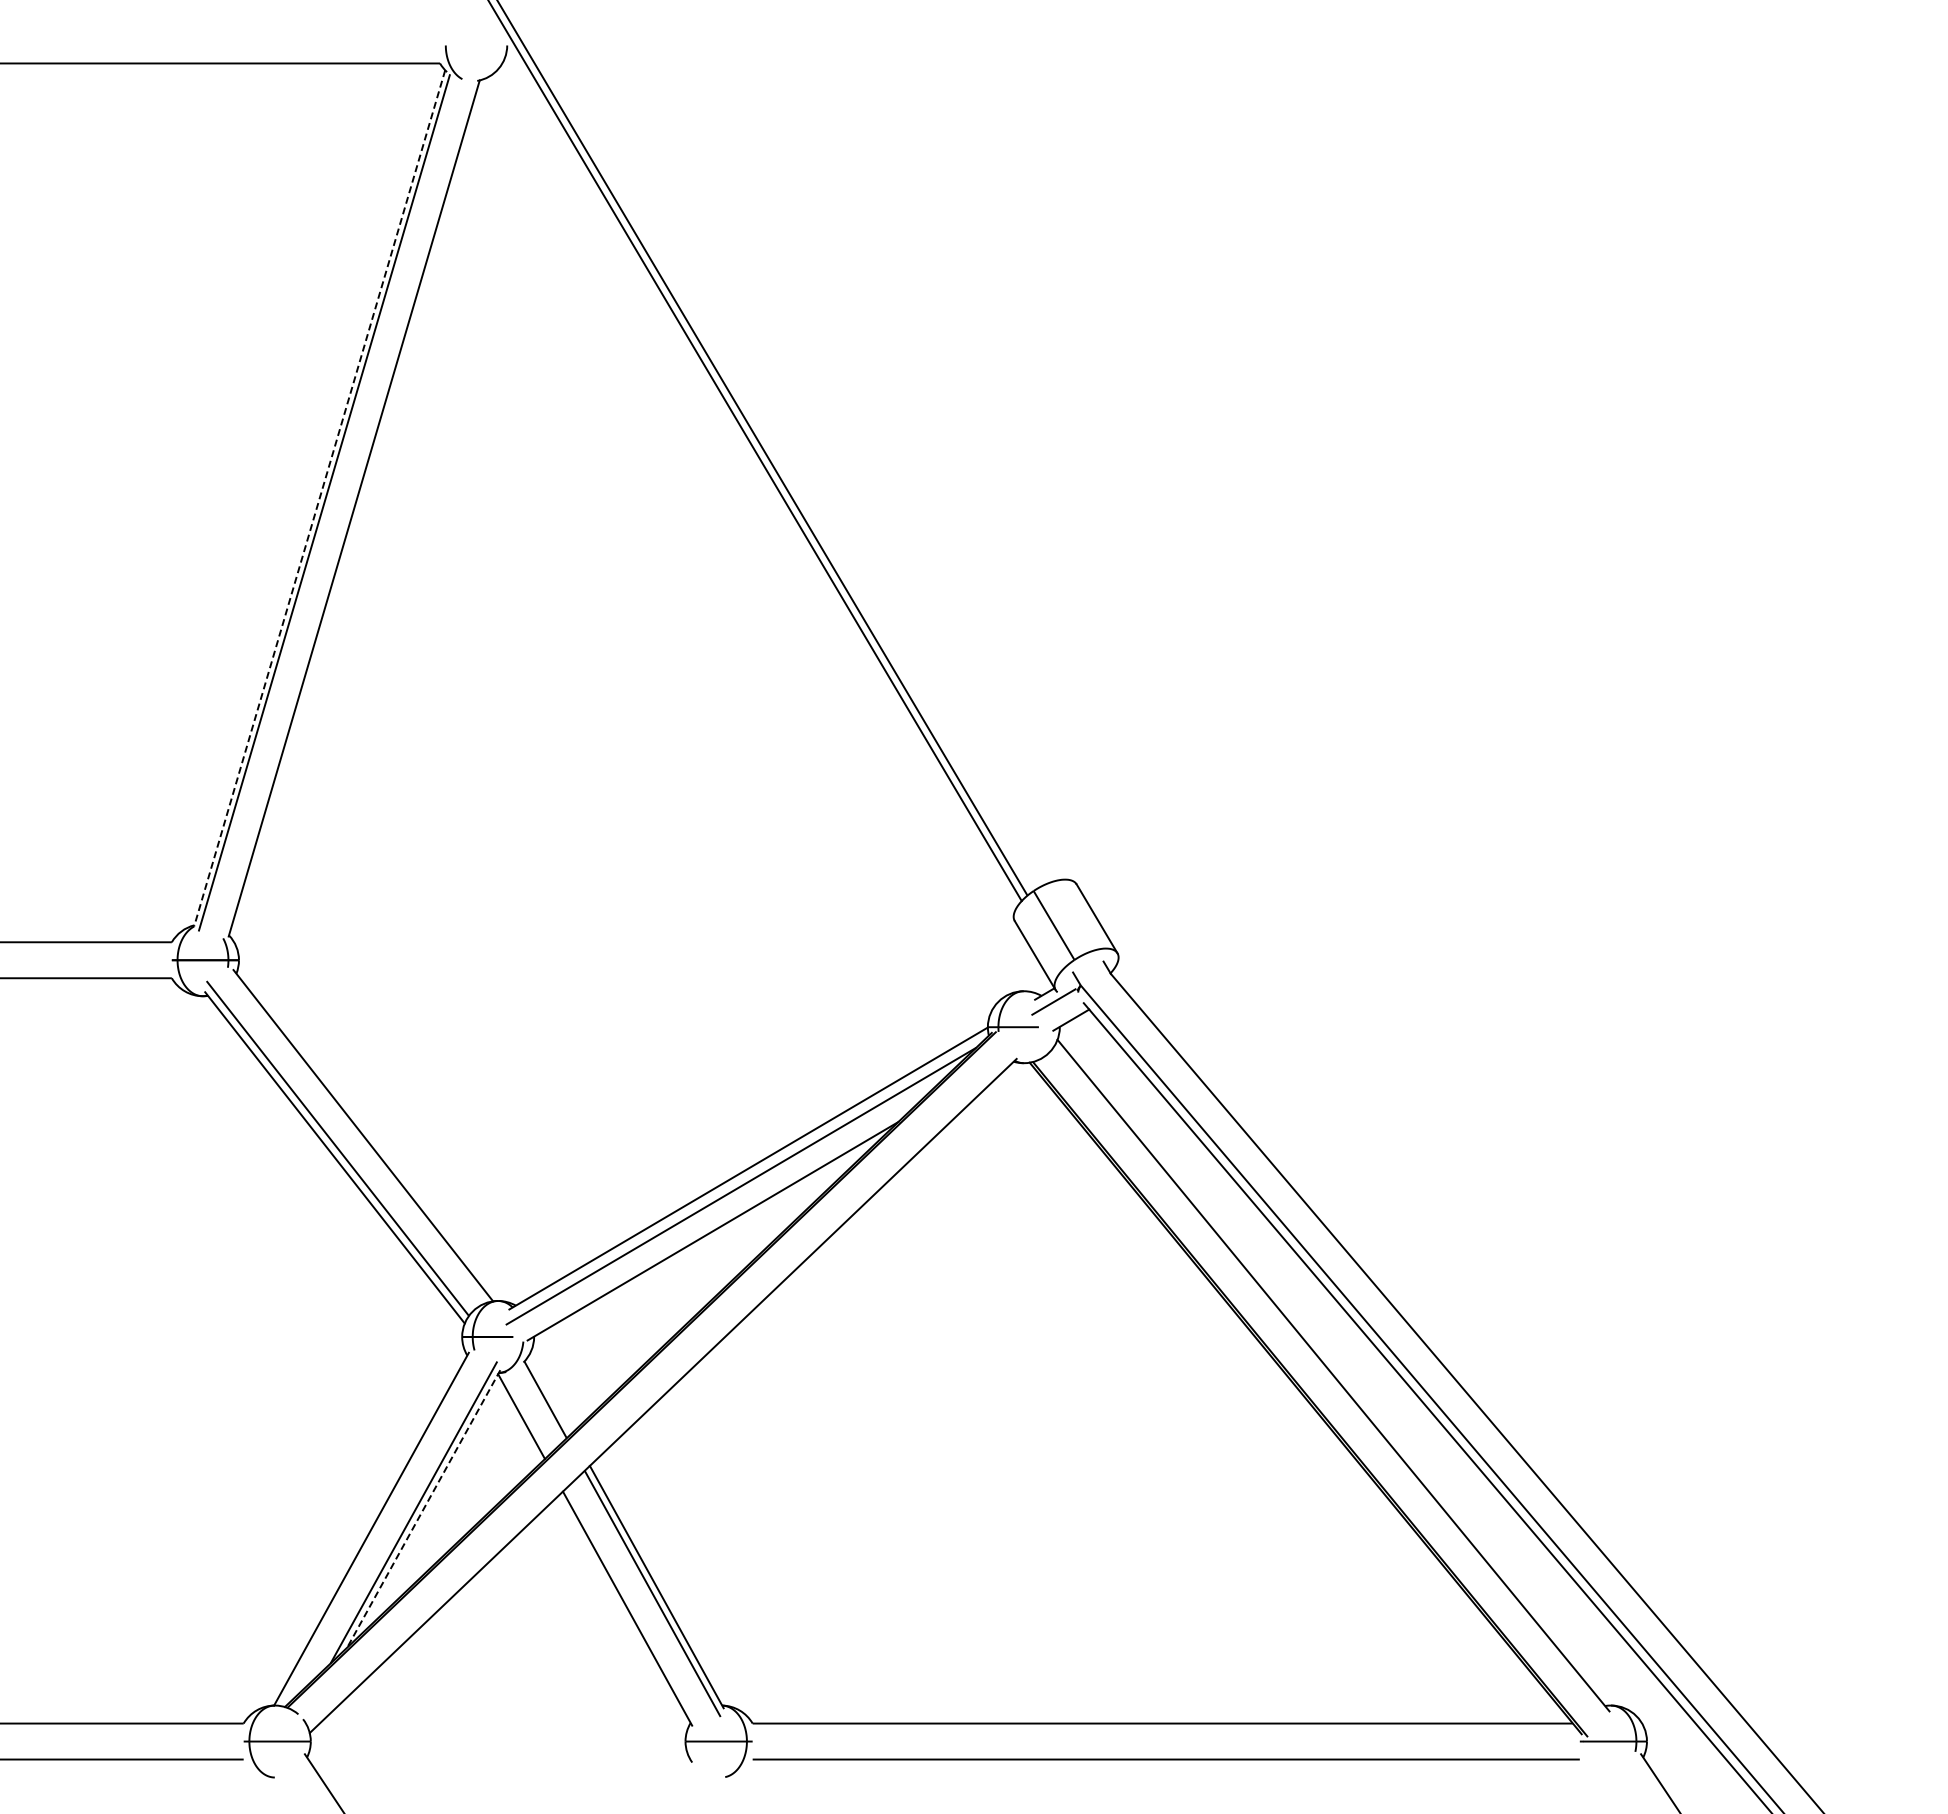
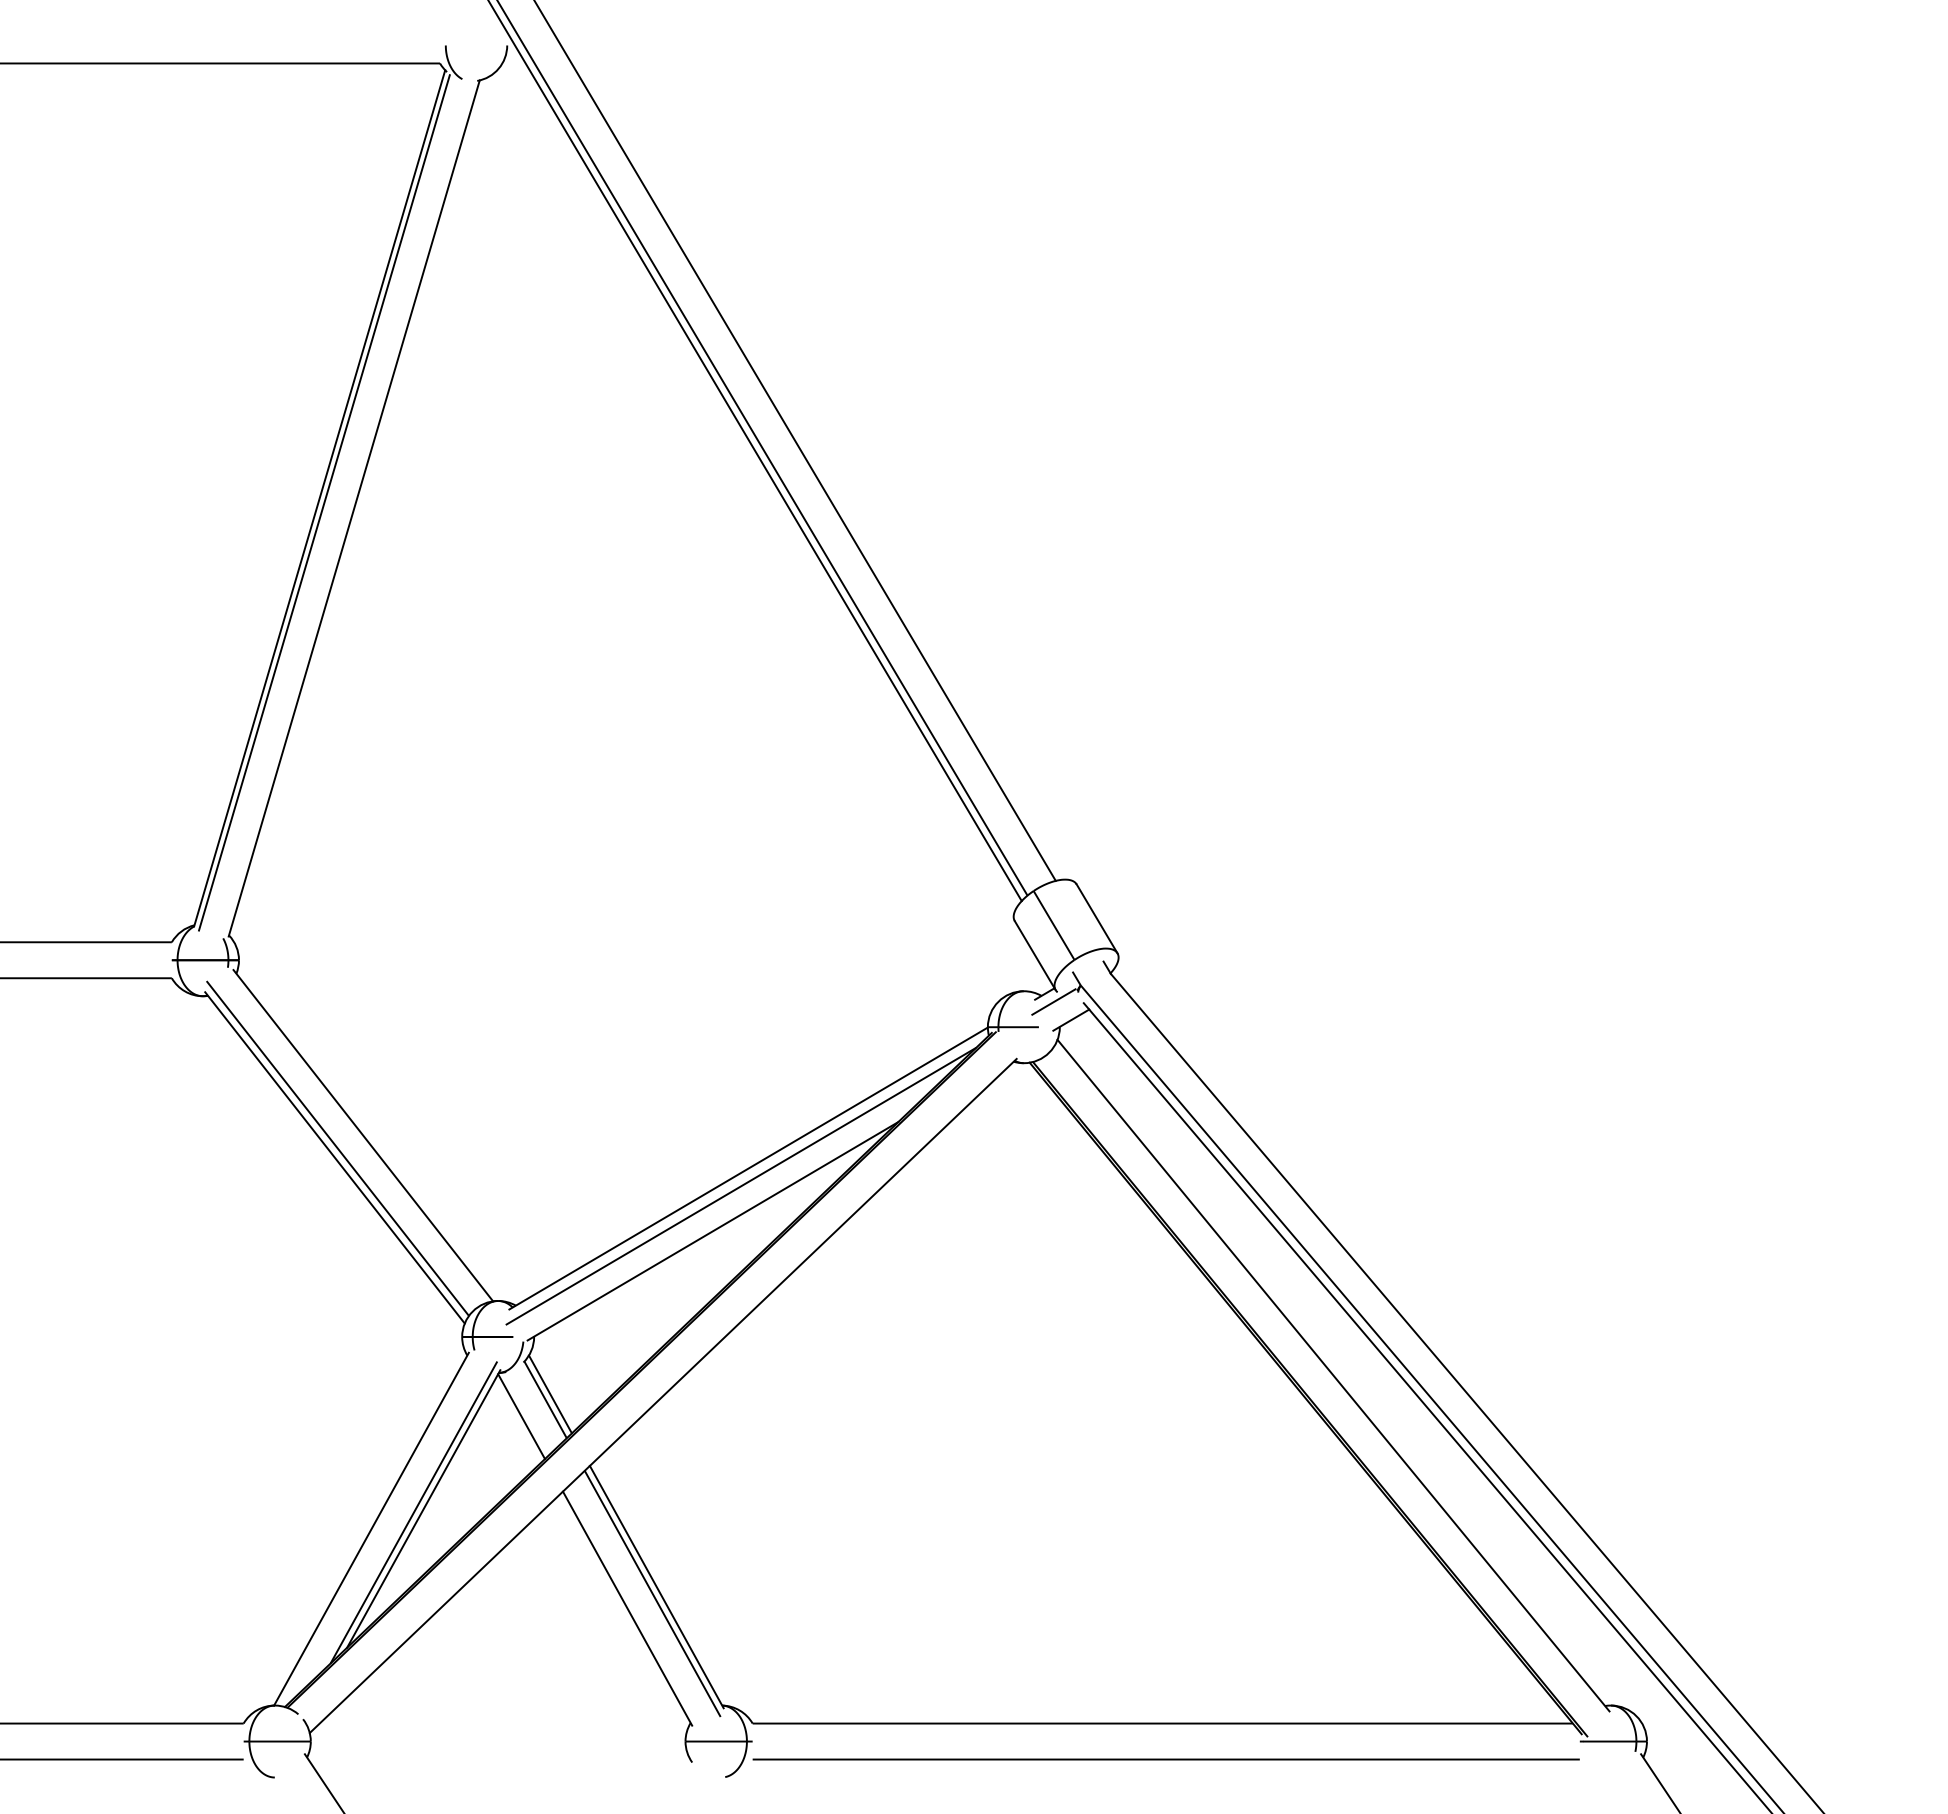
line at (795, 441): none -> present
line at (319, 498): dashed -> solid
line at (549, 1394): none -> present
line at (423, 1509): dashed -> solid
